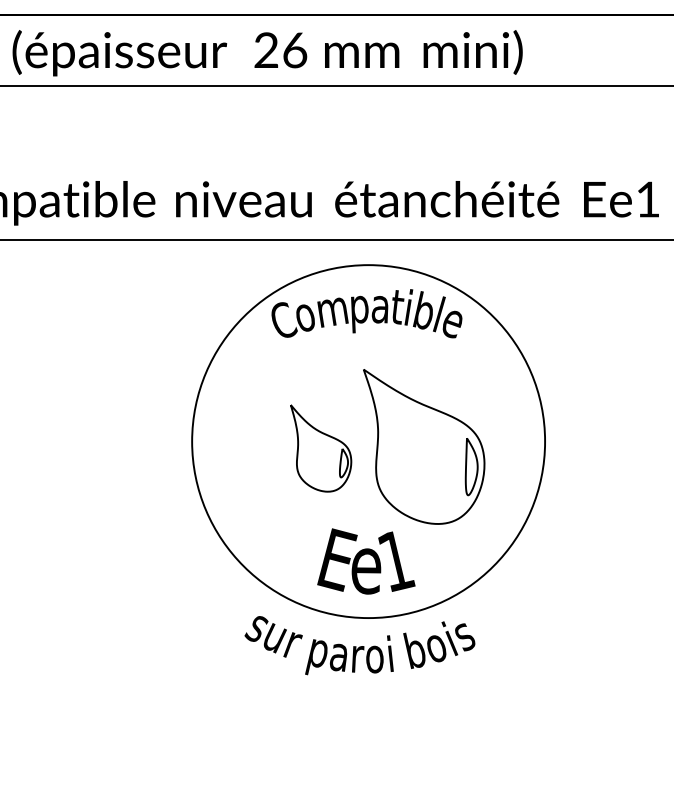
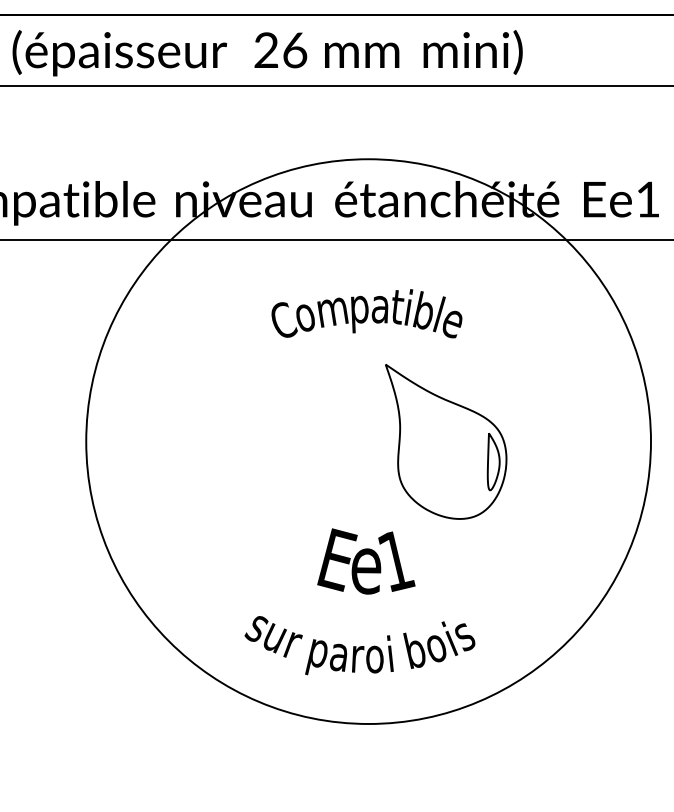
circle at (368, 441) diameter: 353 px -> 565 px
part at (424, 446) position: (424, 446) -> (446, 441)
part at (321, 448): present -> none
